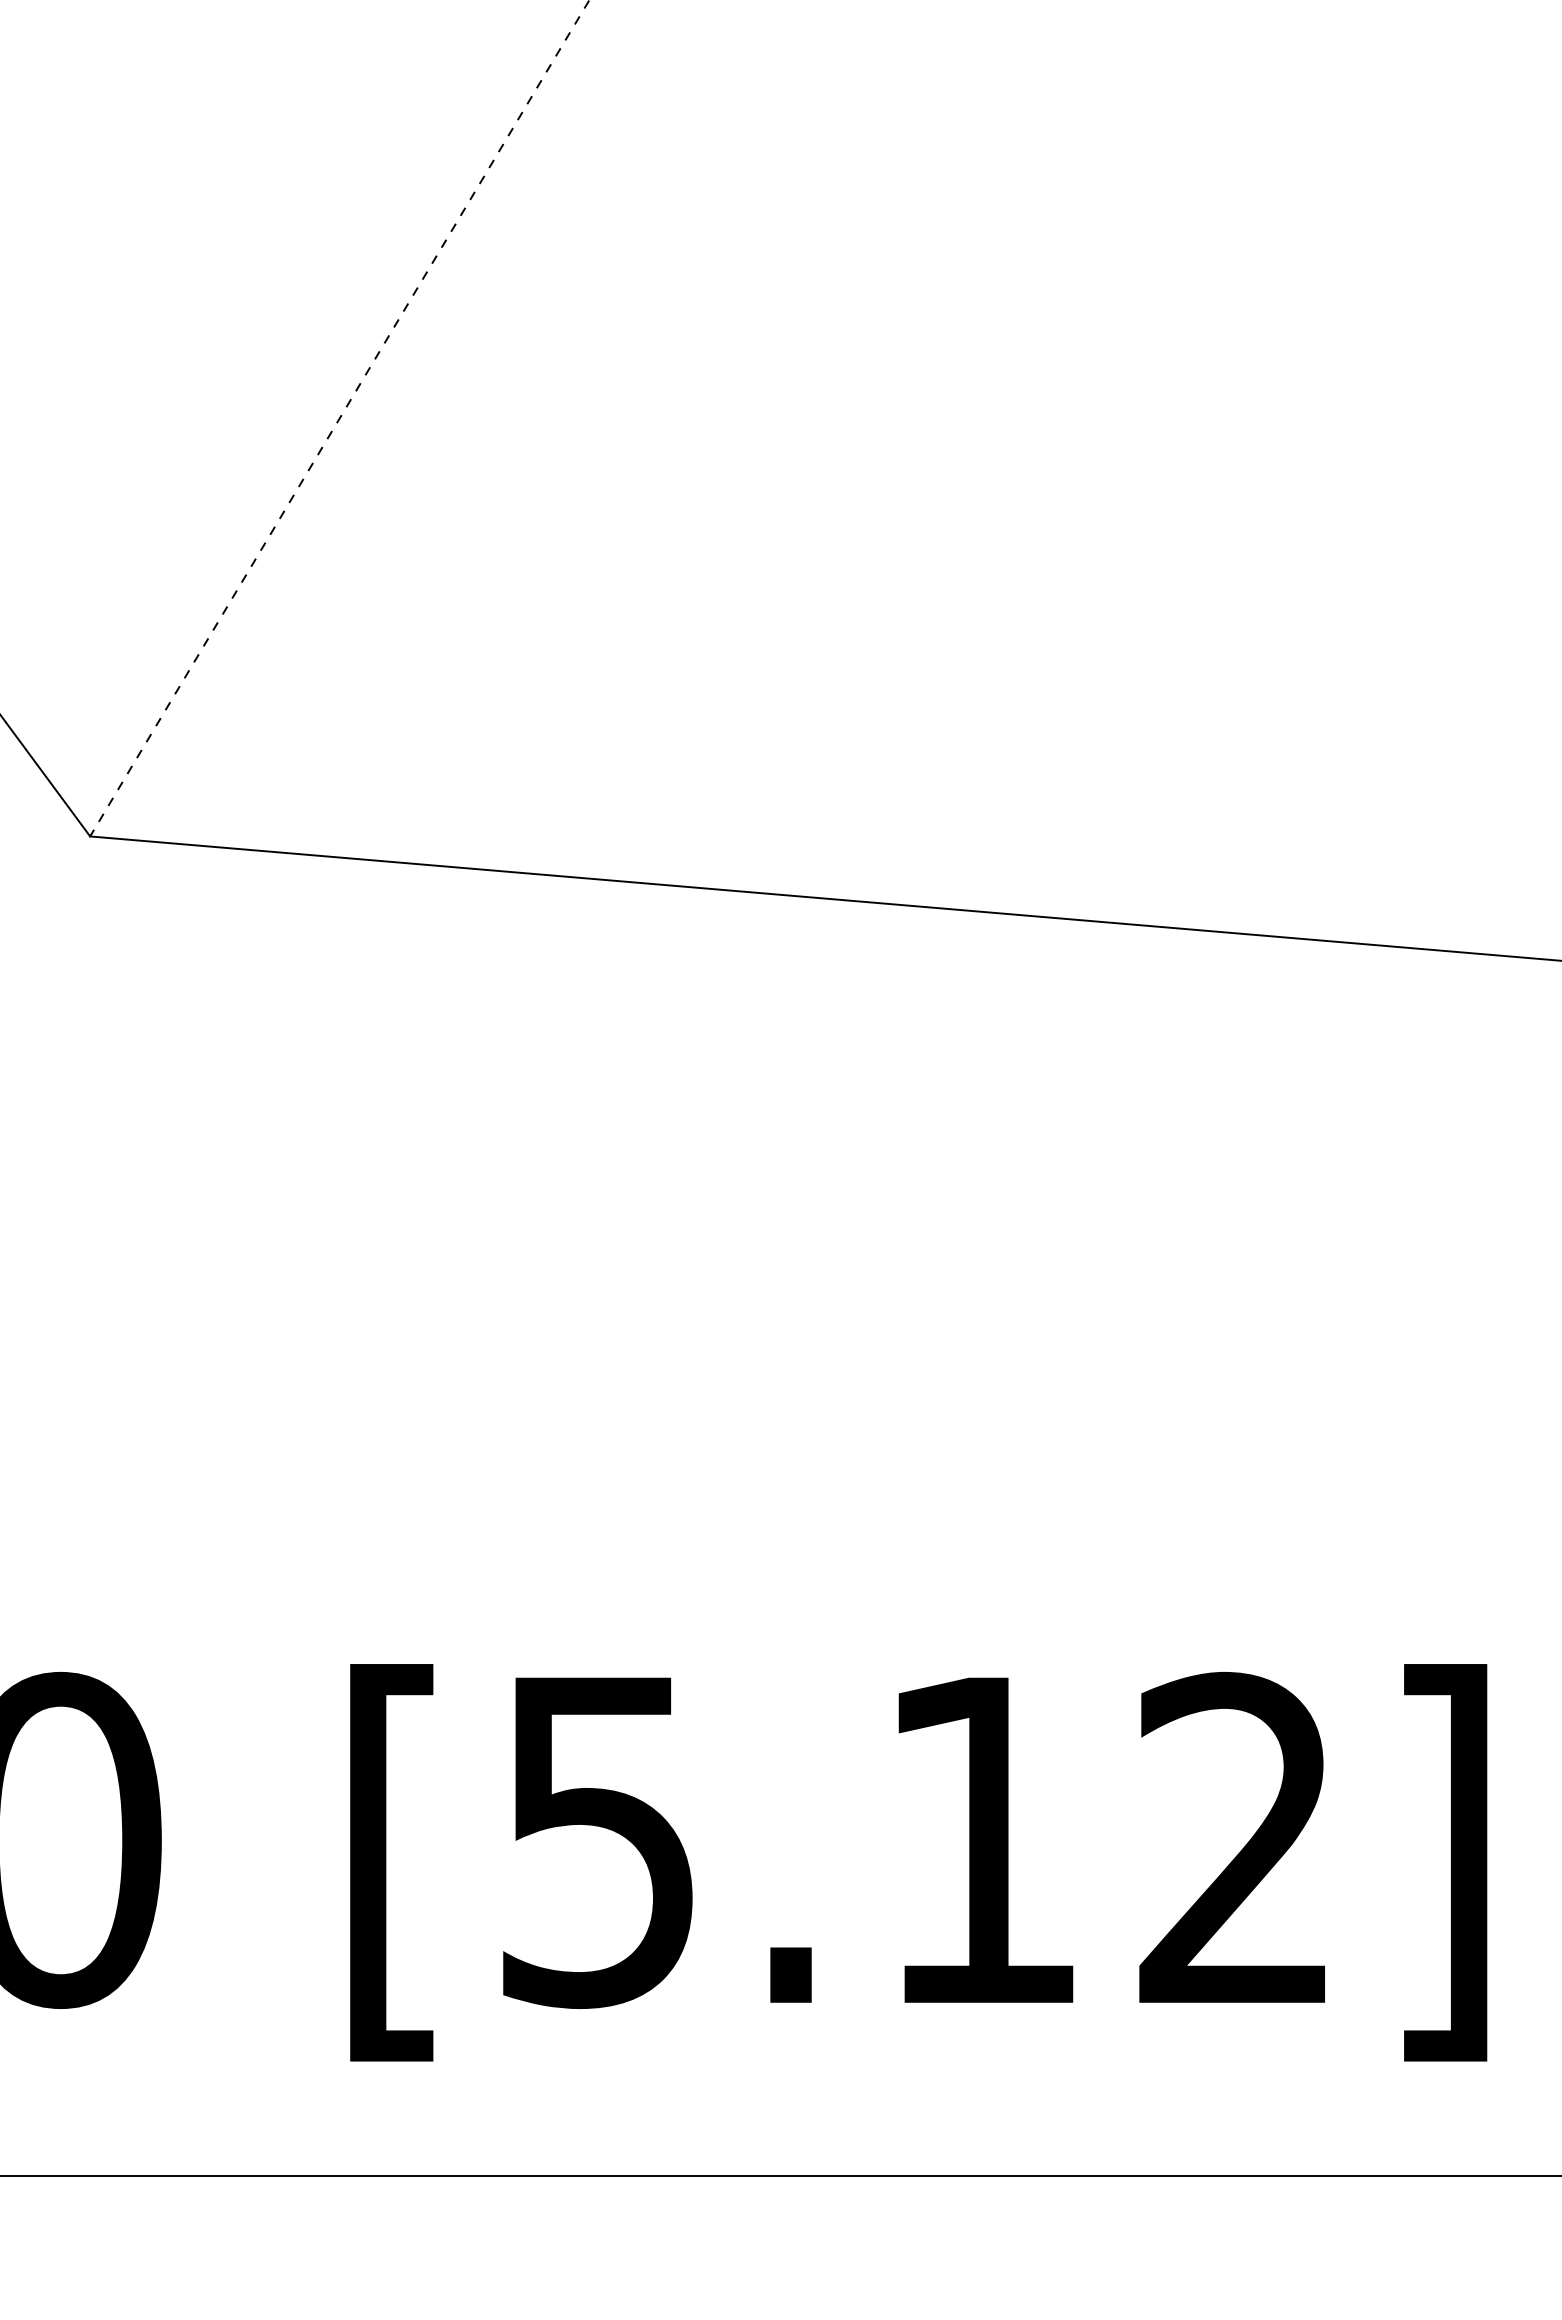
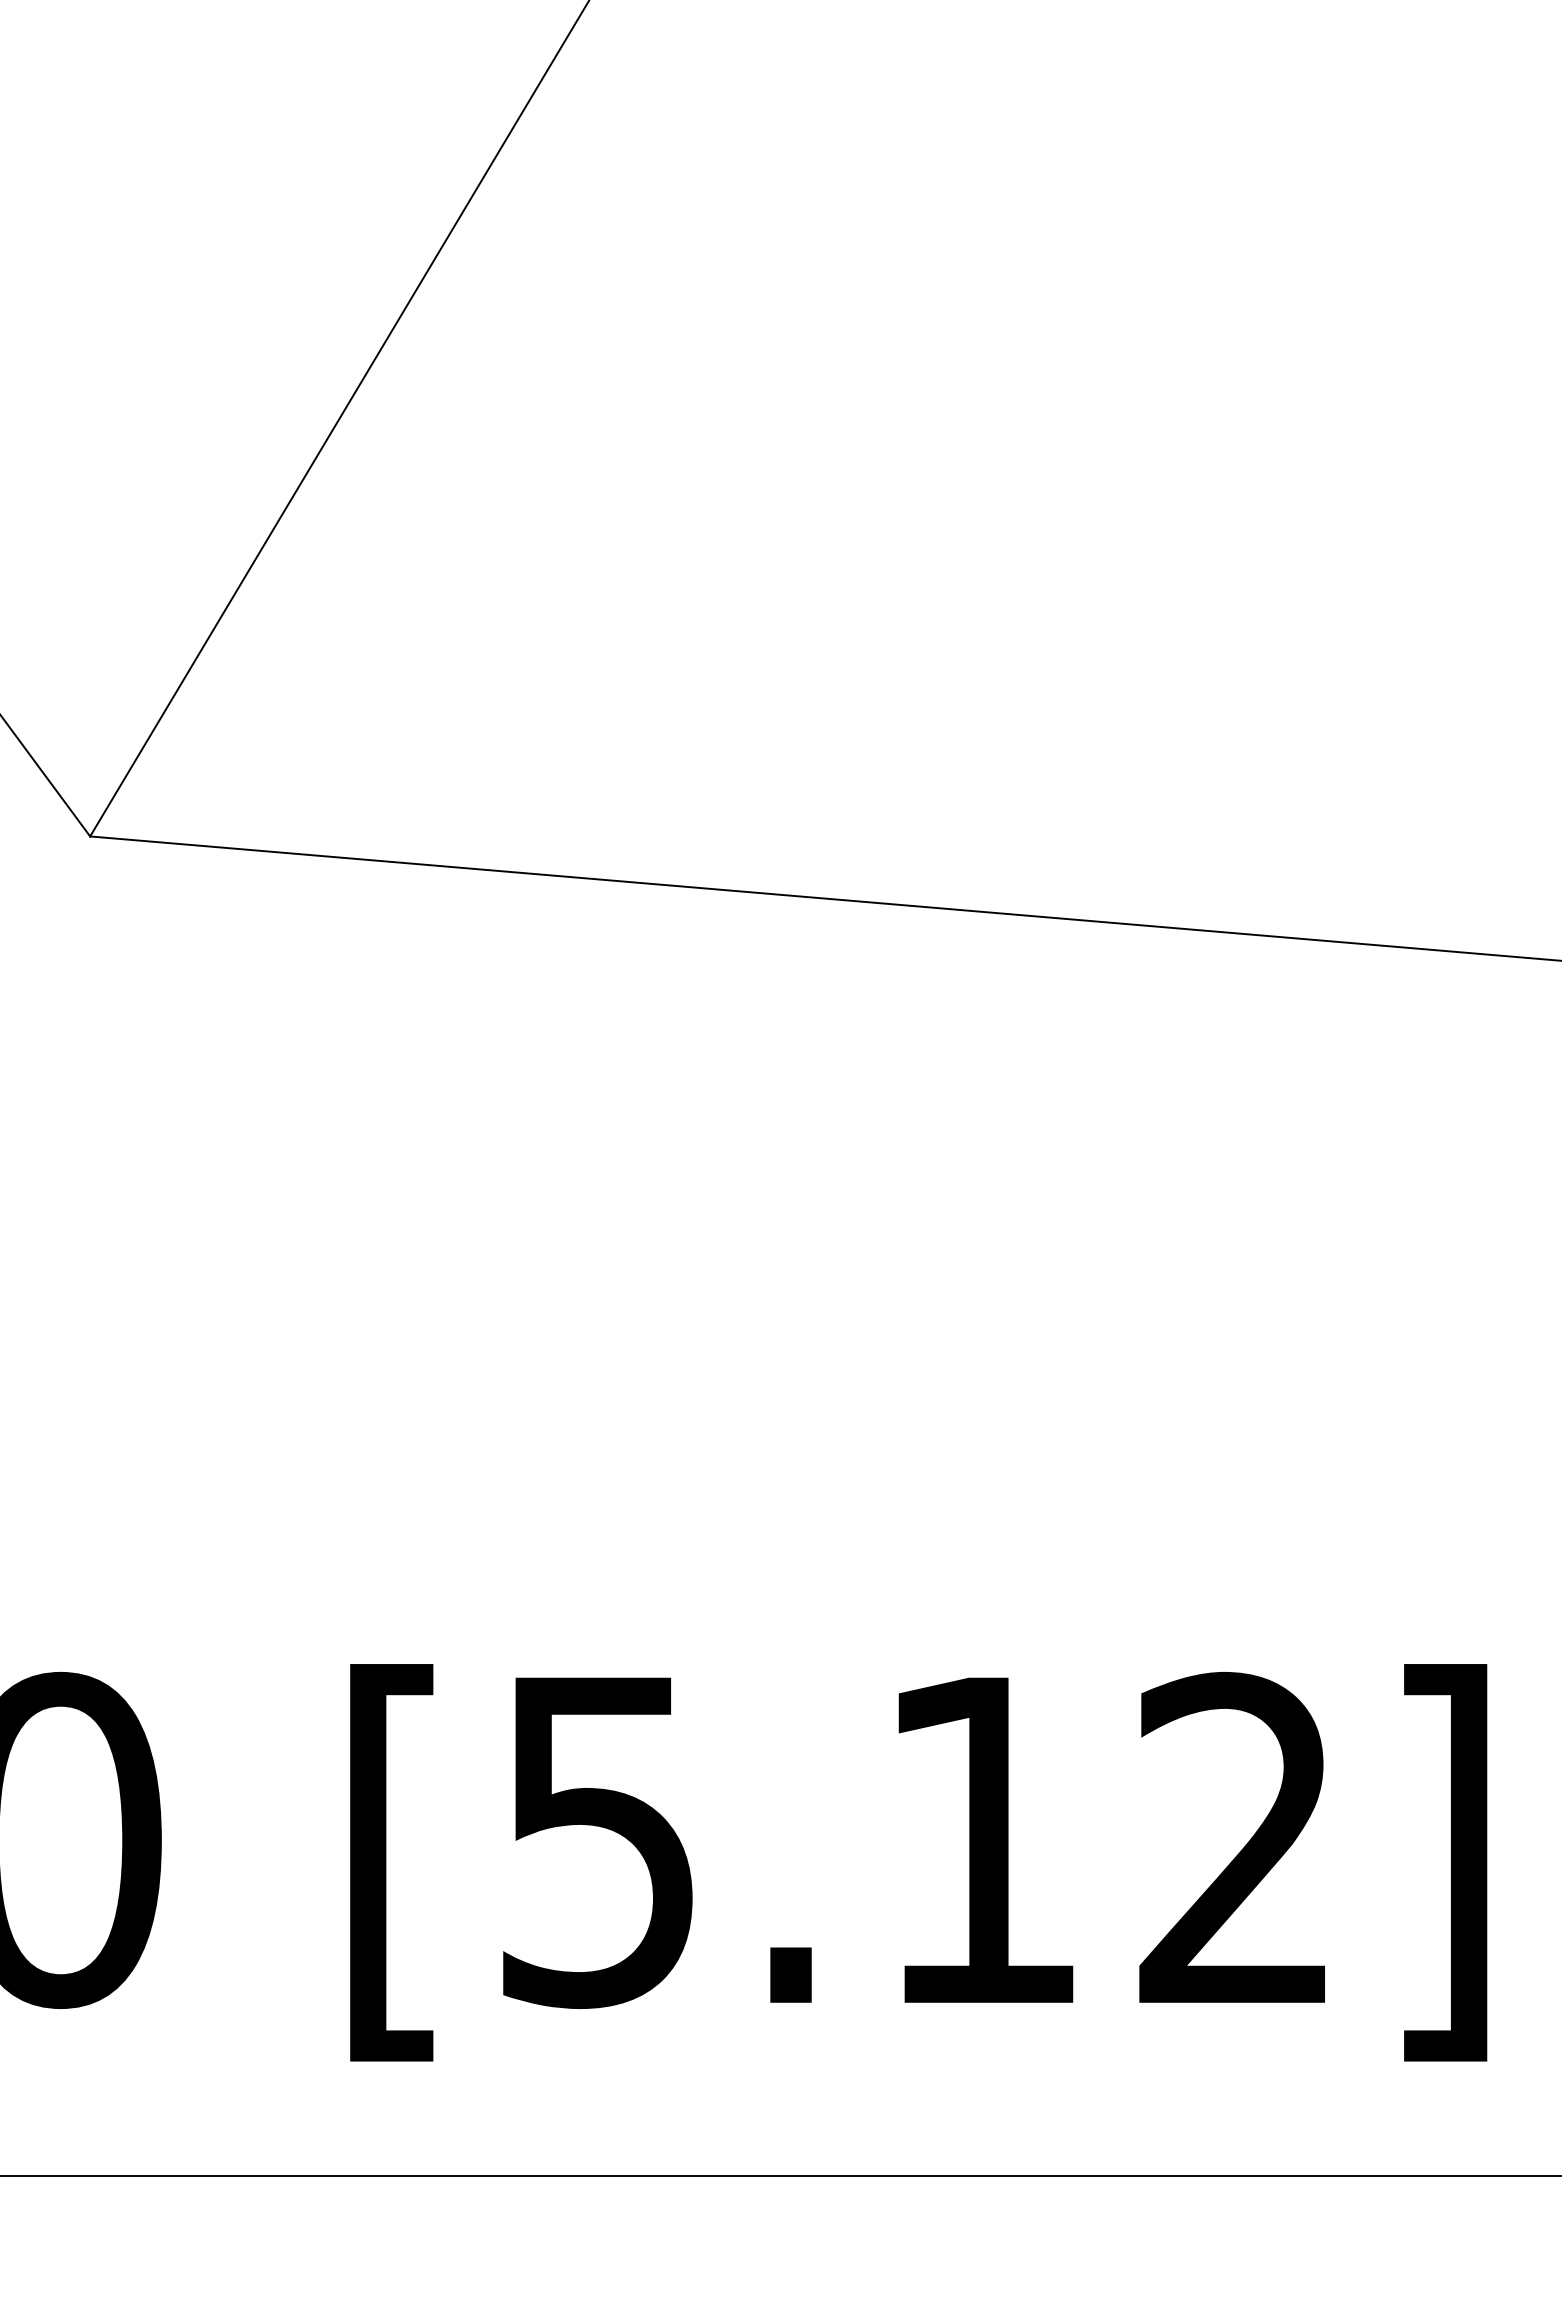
line at (339, 418): dashed -> solid
